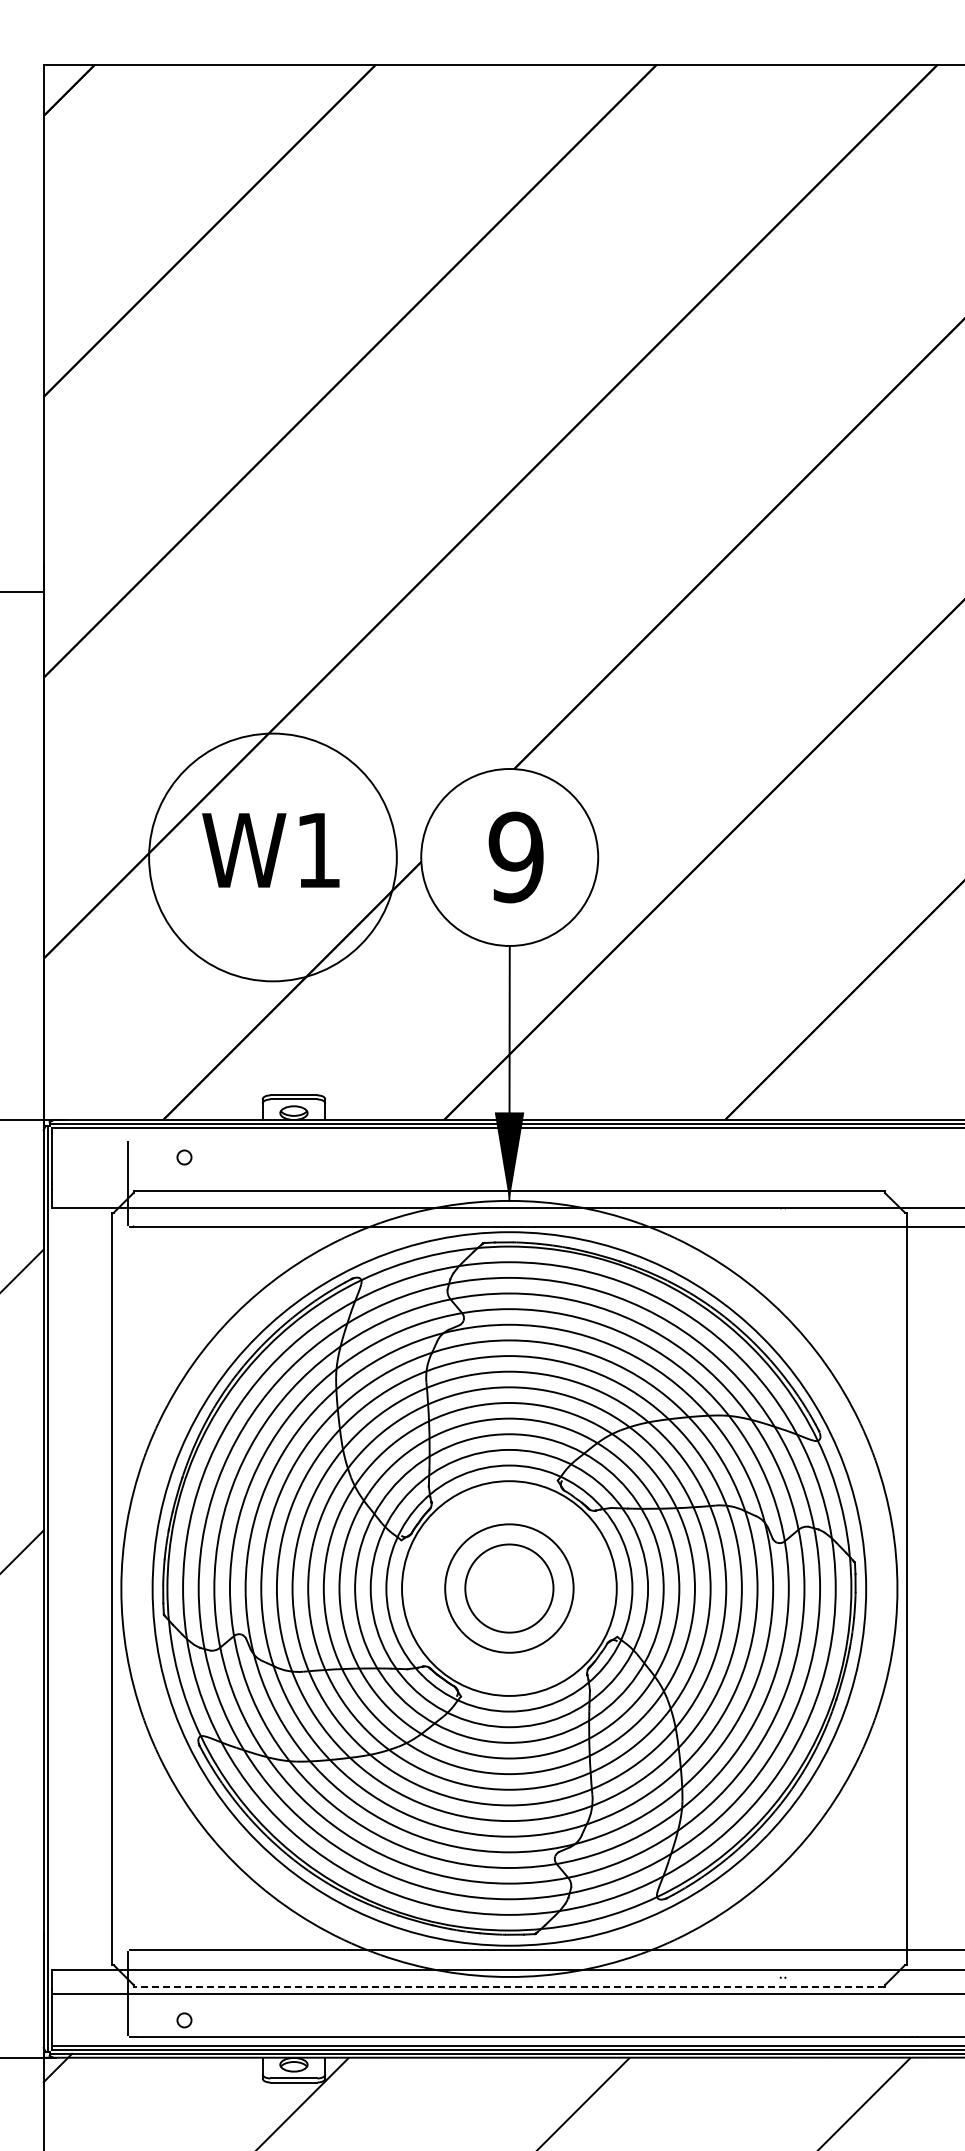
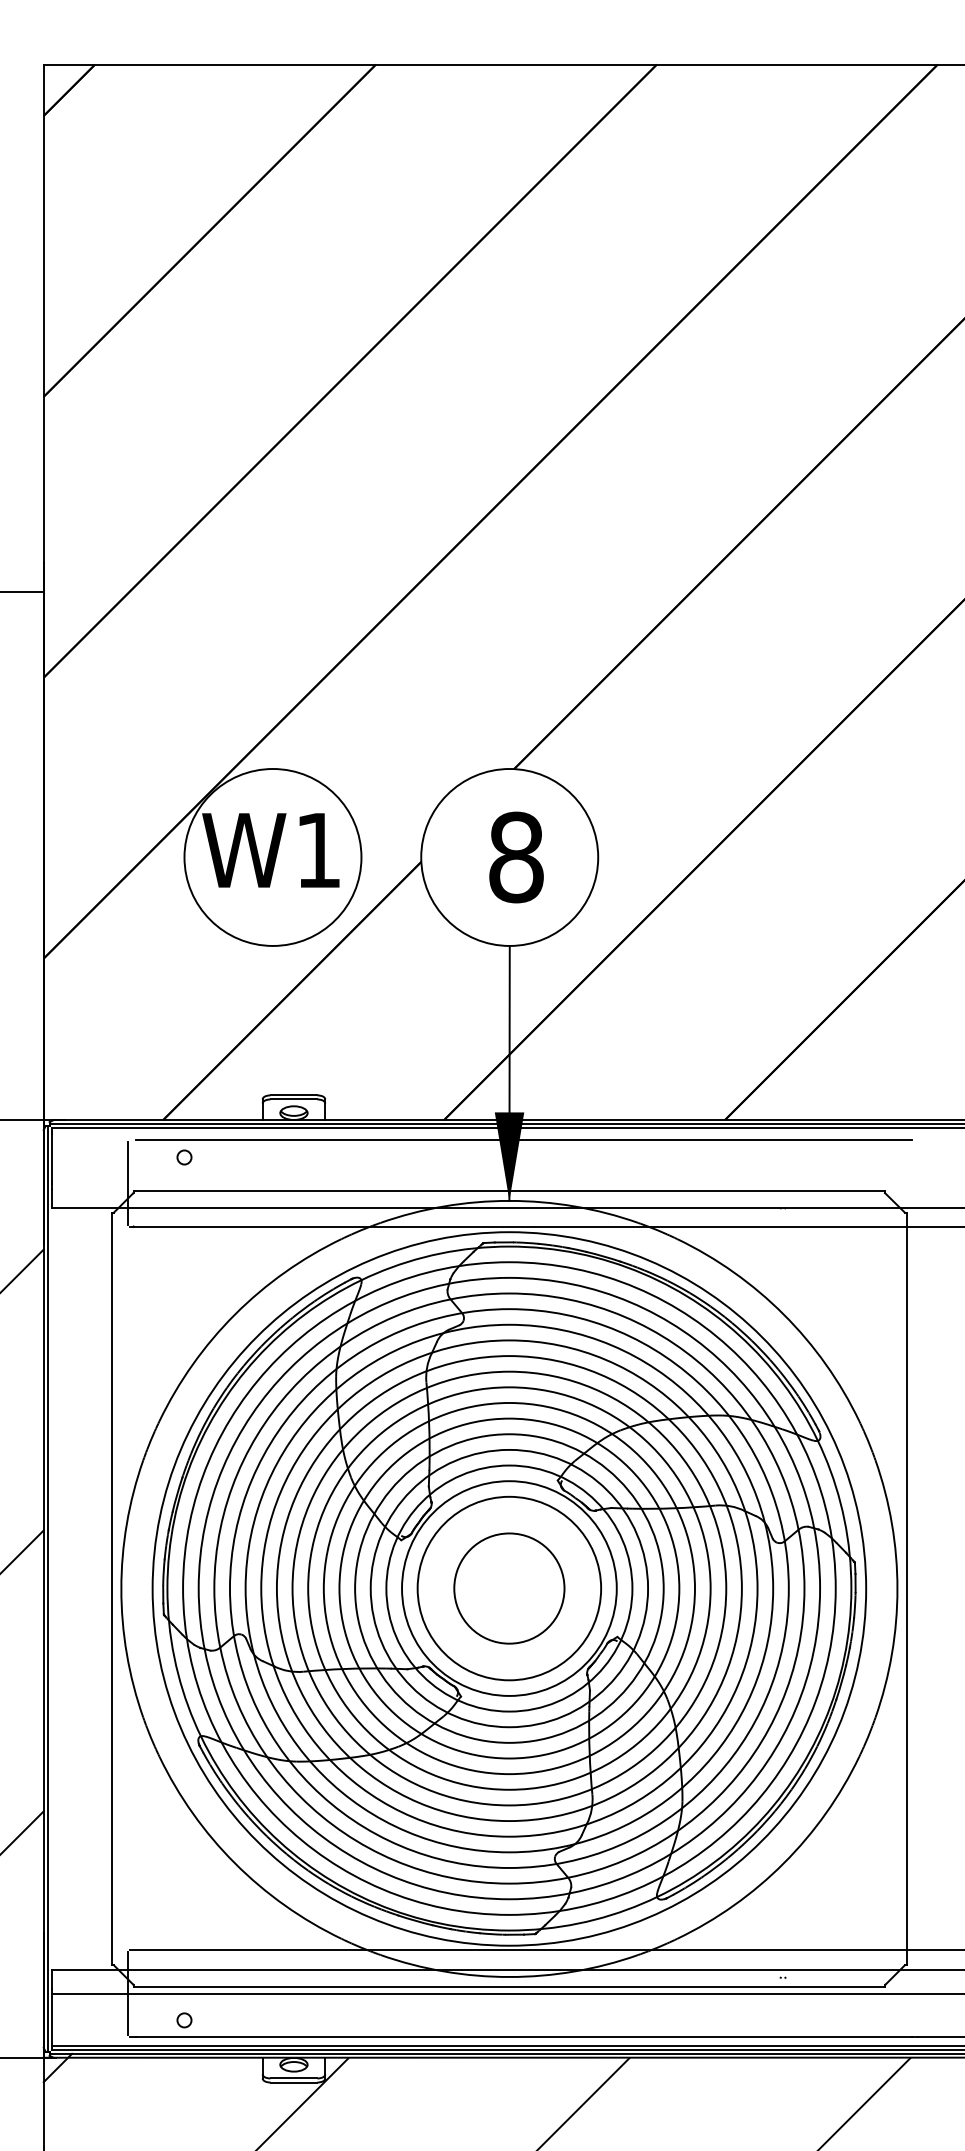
circle at (272, 857) diameter: 248 px -> 177 px
text at (515, 857): 9 -> 8
line at (523, 1139): none -> present
circle at (509, 1588) diameter: 128 px -> 183 px
circle at (509, 1588) diameter: 88 px -> 110 px
line at (22, 1831): none -> present
line at (509, 1986): dashed -> solid
